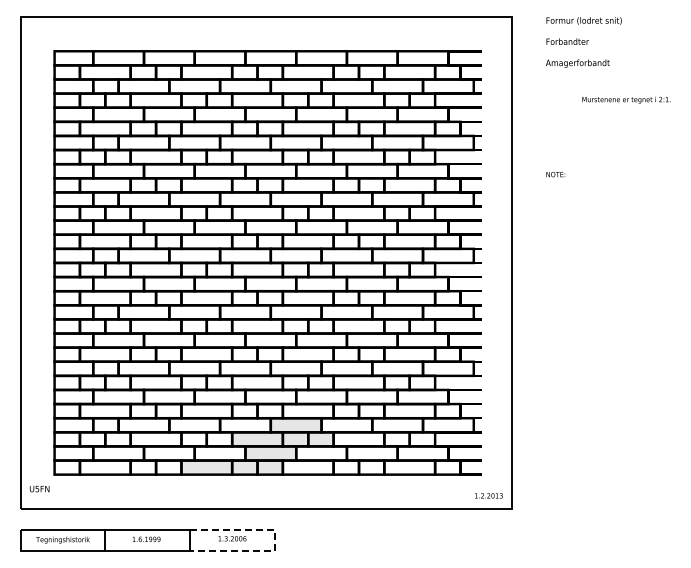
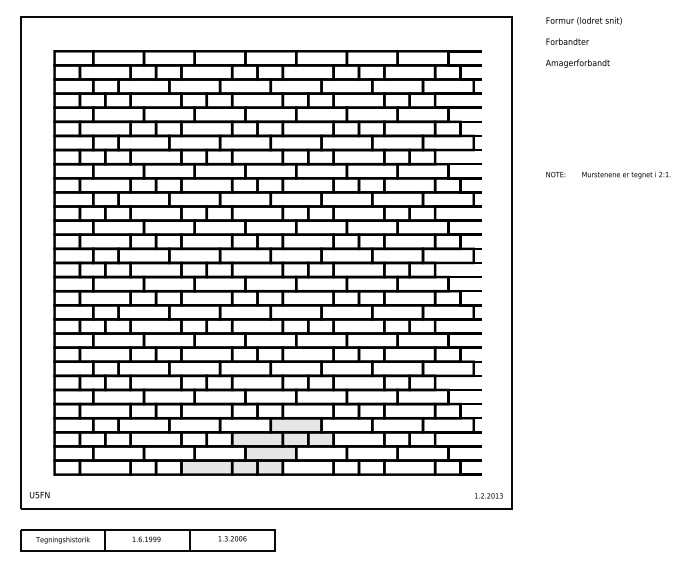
text at (626, 99) position: (626, 99) -> (626, 174)
text at (39, 489) position: (39, 489) -> (39, 495)
line at (274, 540): dashed -> solid
